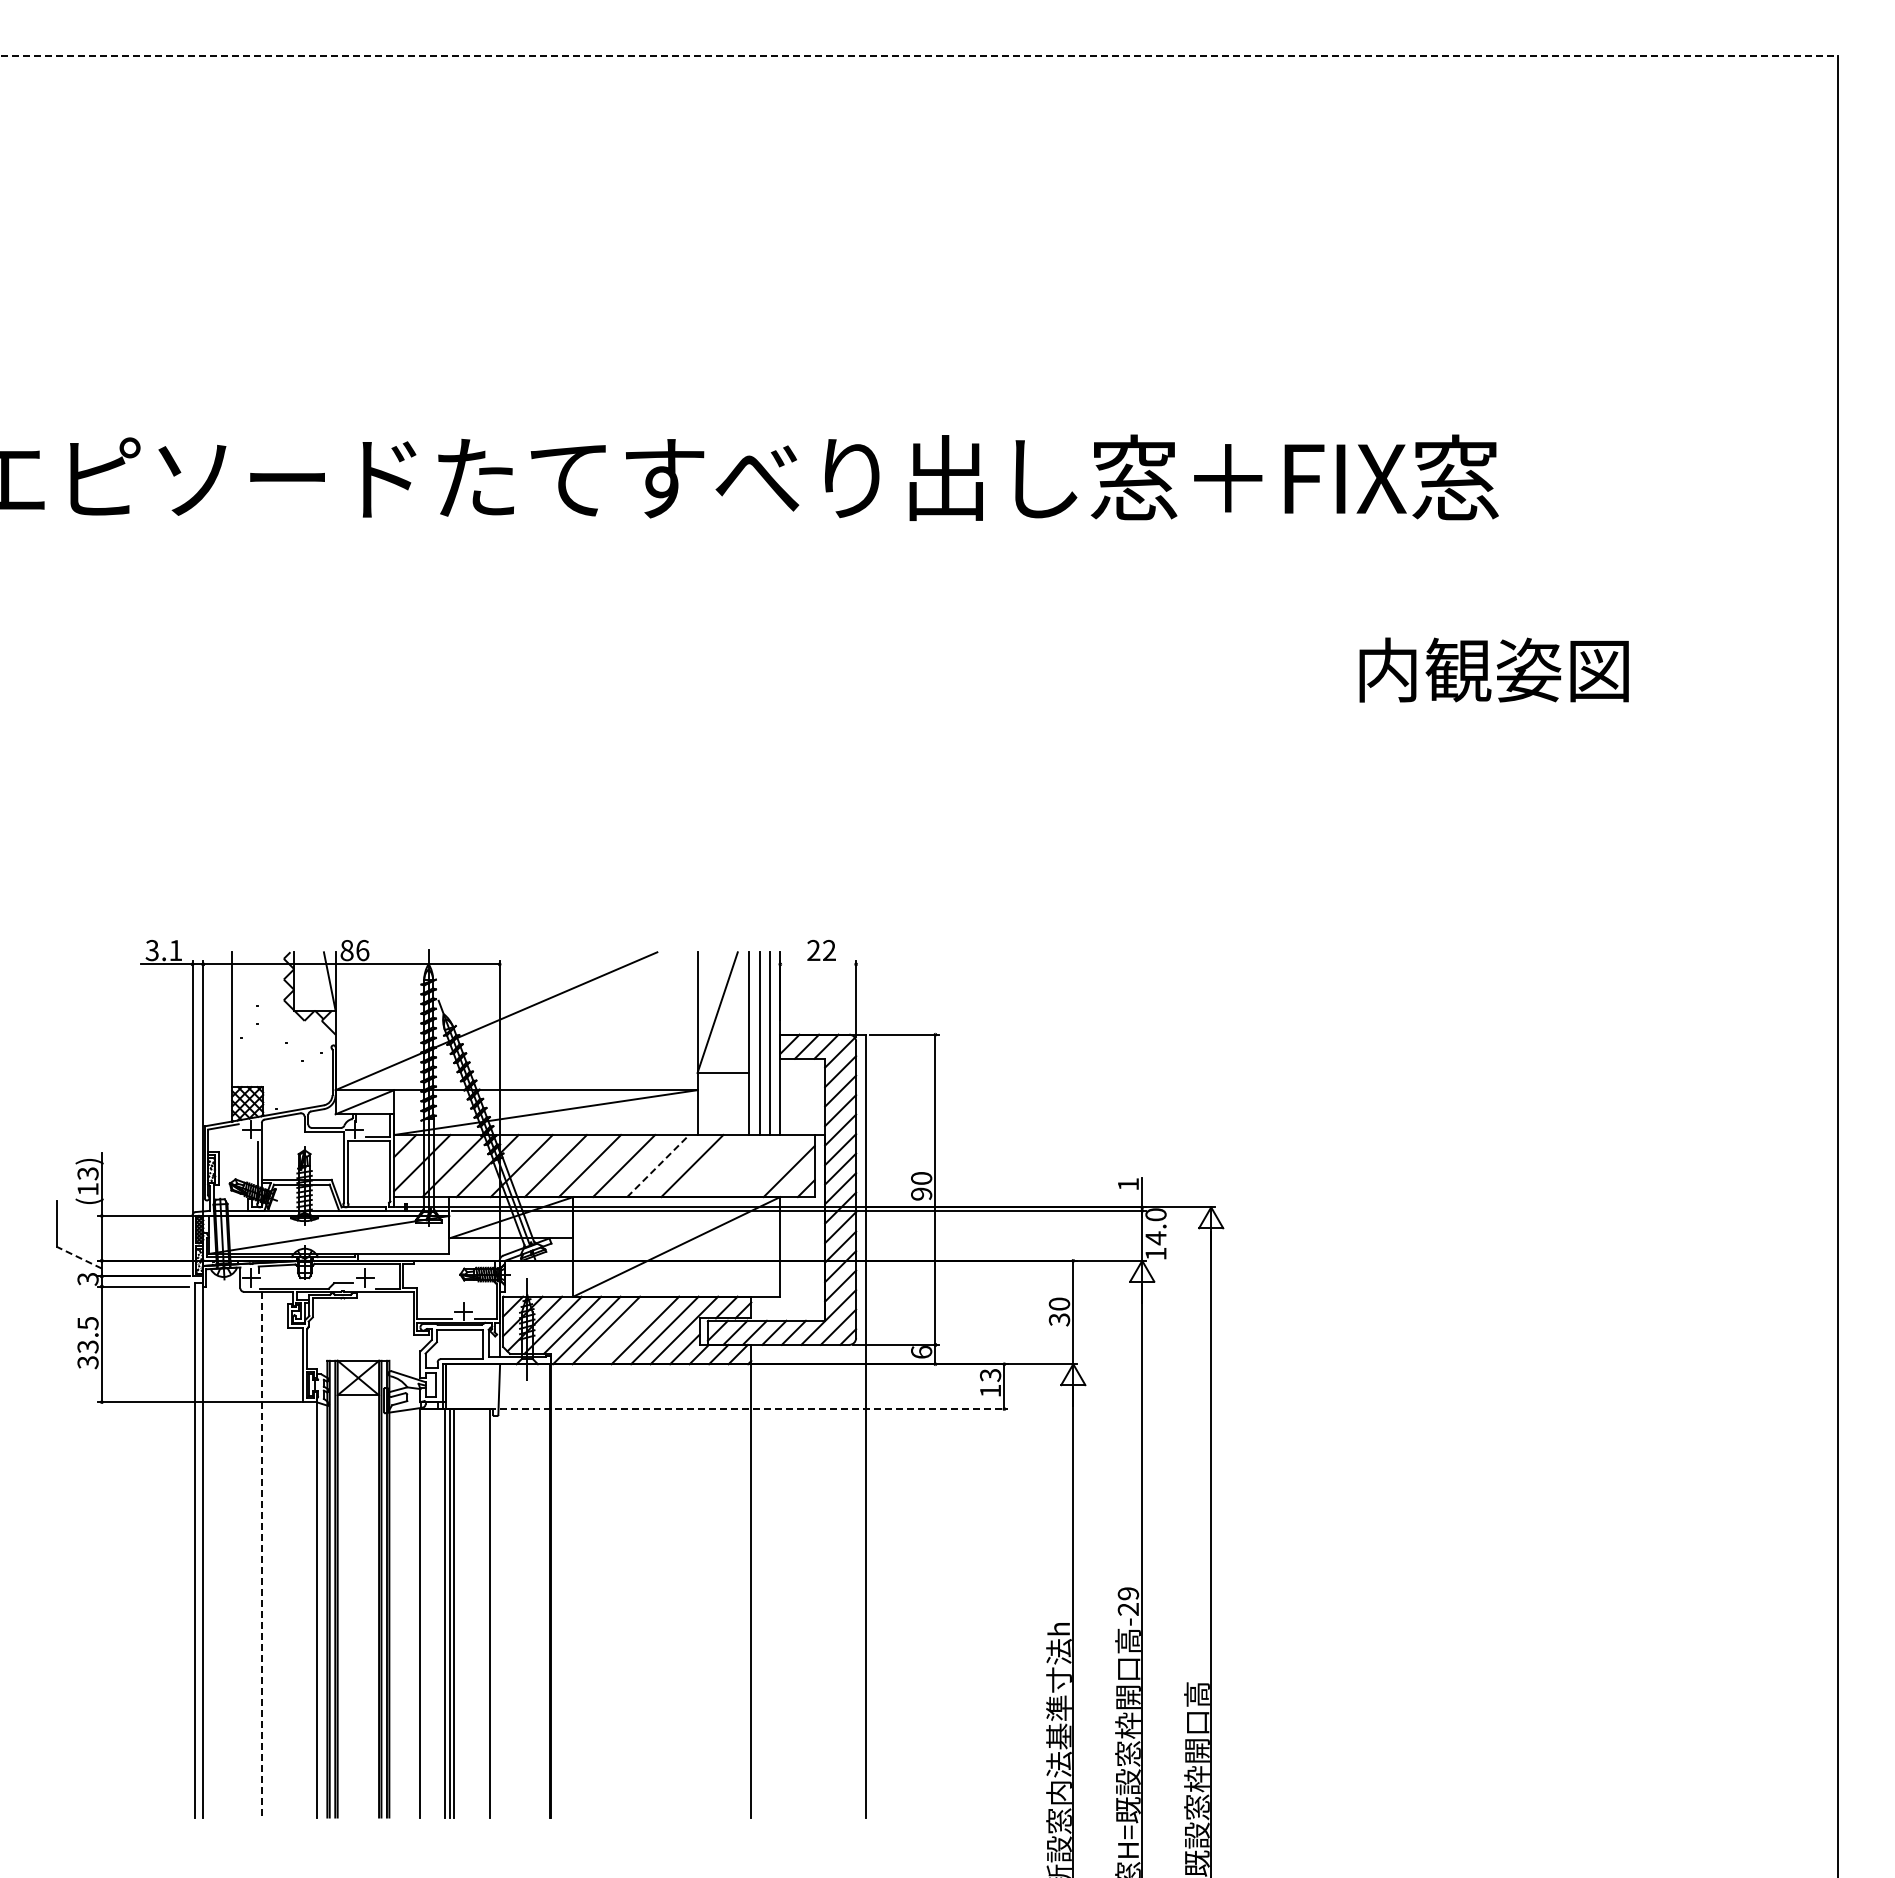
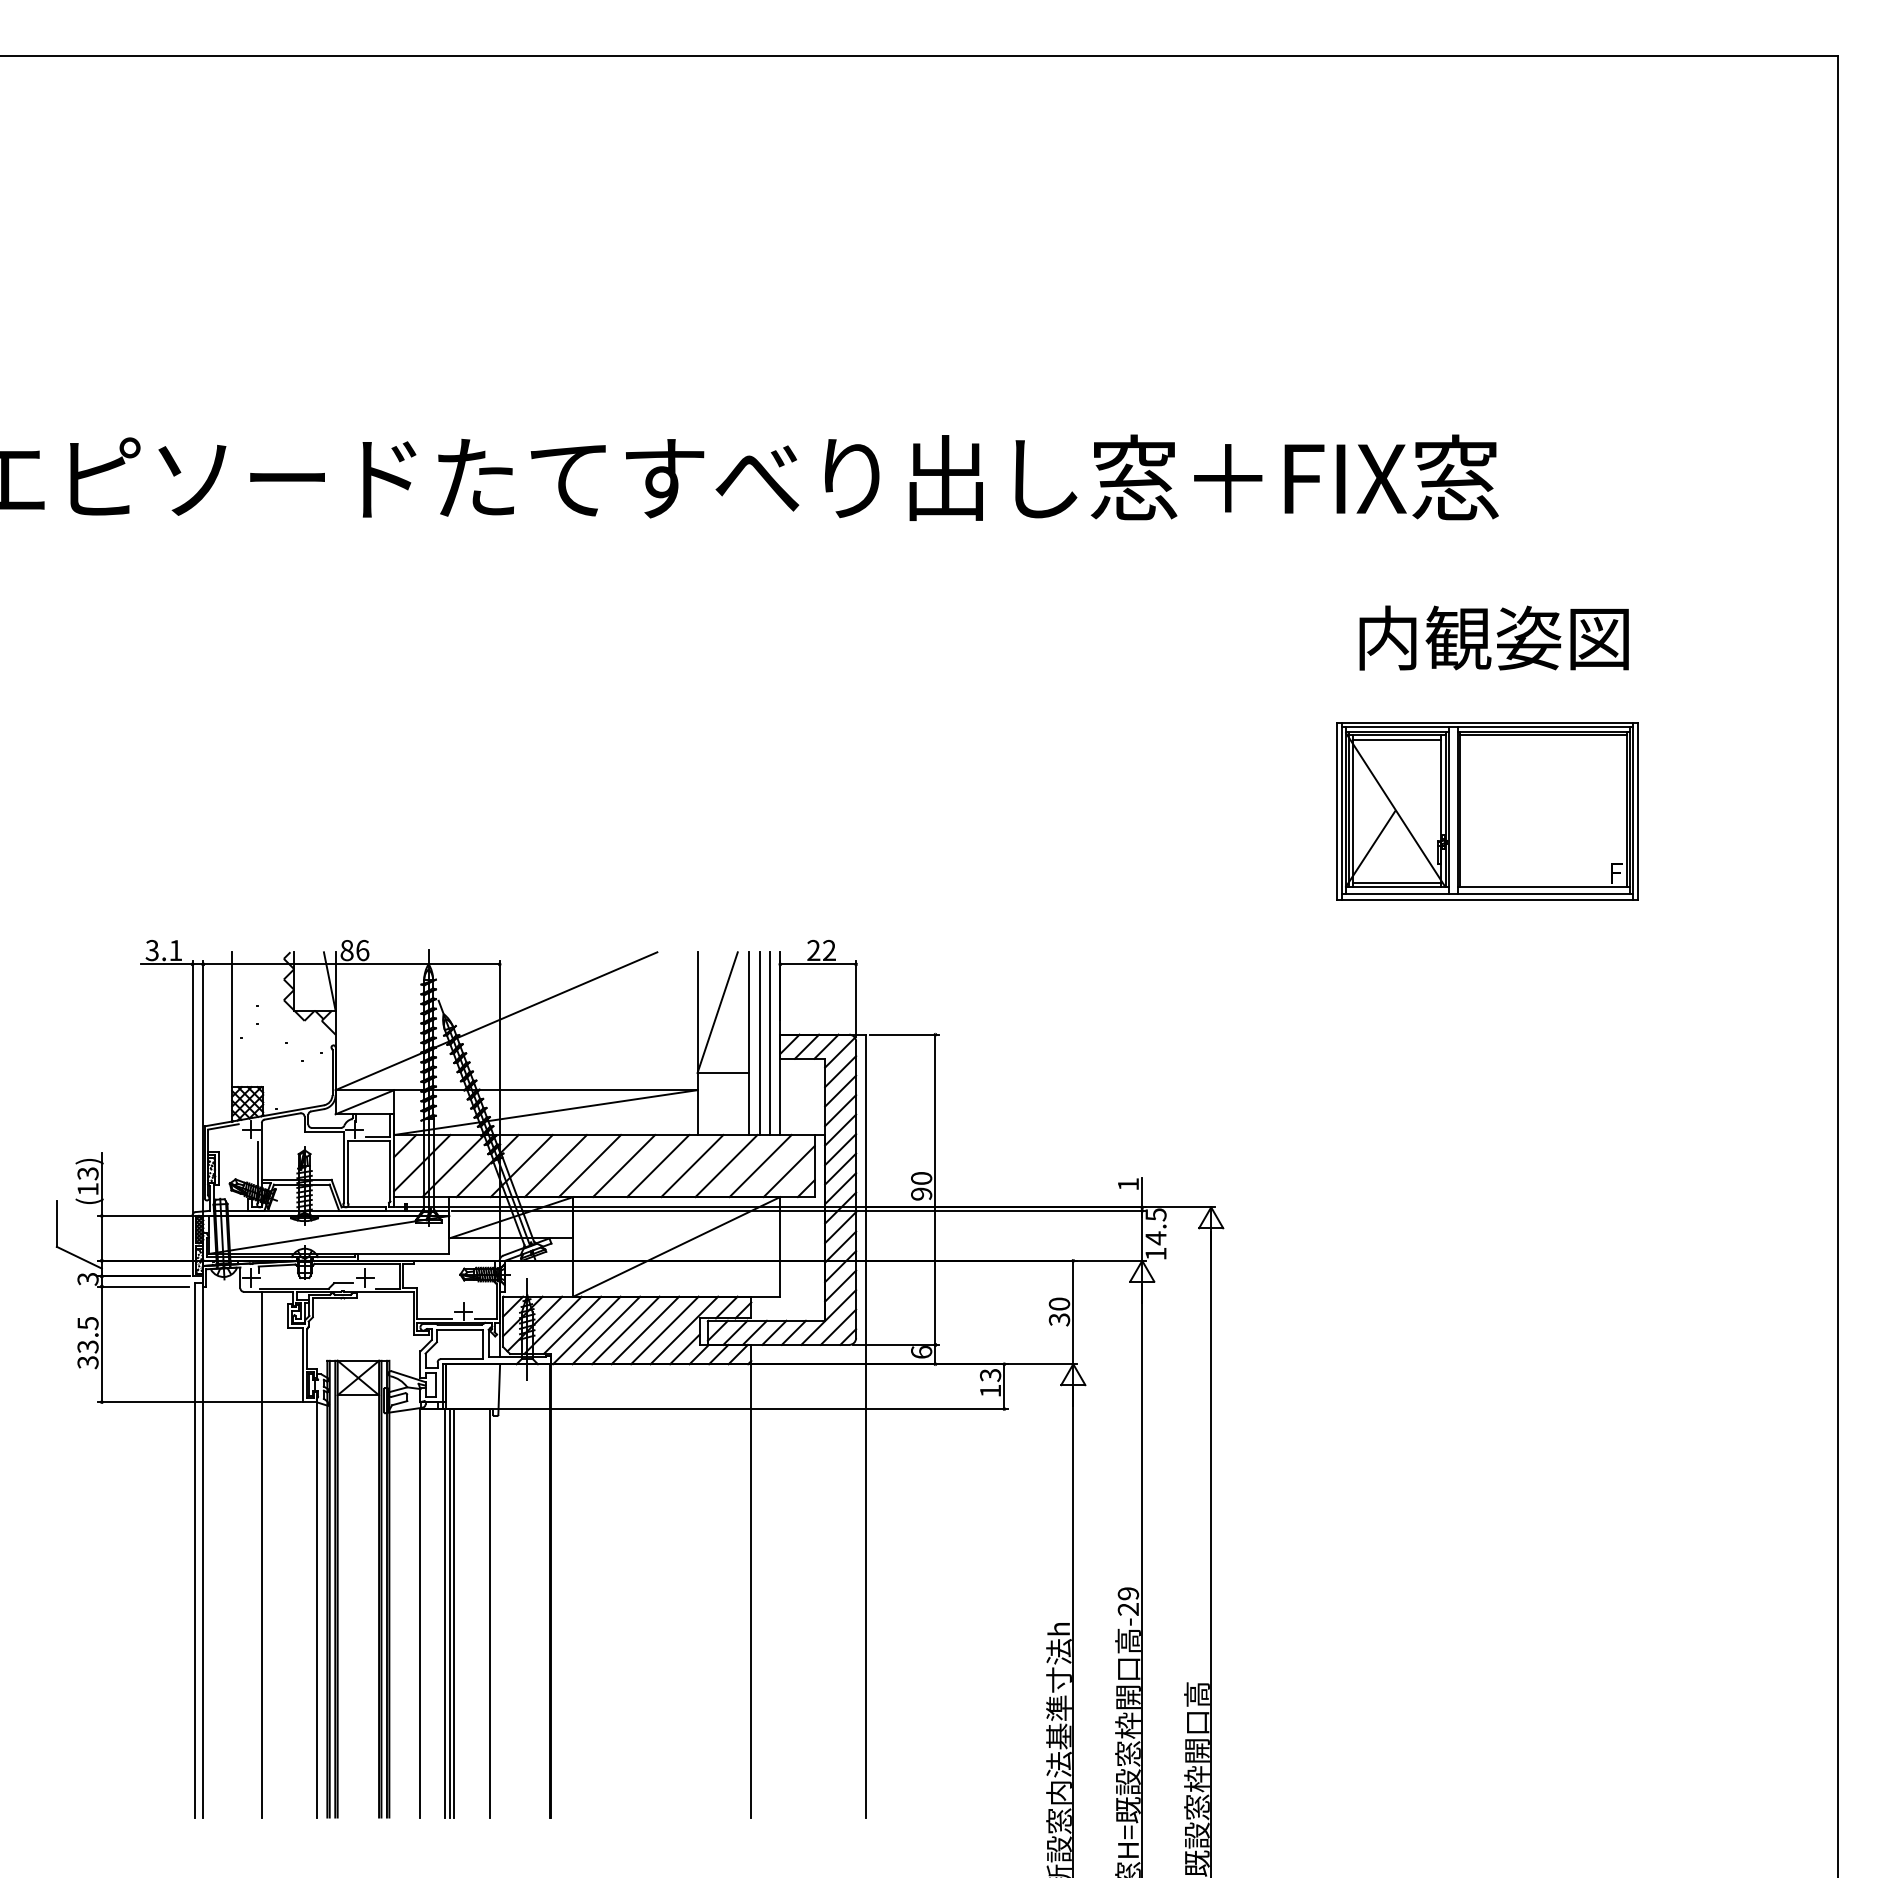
line at (919, 56): dashed -> solid
text at (1493, 669) position: (1493, 669) -> (1493, 637)
part at (1487, 811): none -> present
line at (818, 964): none -> present
line at (658, 1166): dashed -> solid
line at (726, 1166): none -> present
line at (760, 1166): none -> present
text at (1155, 1214): 14.0 -> 14.5
line at (79, 1257): dashed -> solid
line at (625, 1330): none -> present
line at (726, 1409): dashed -> solid
line at (261, 1554): dashed -> solid
